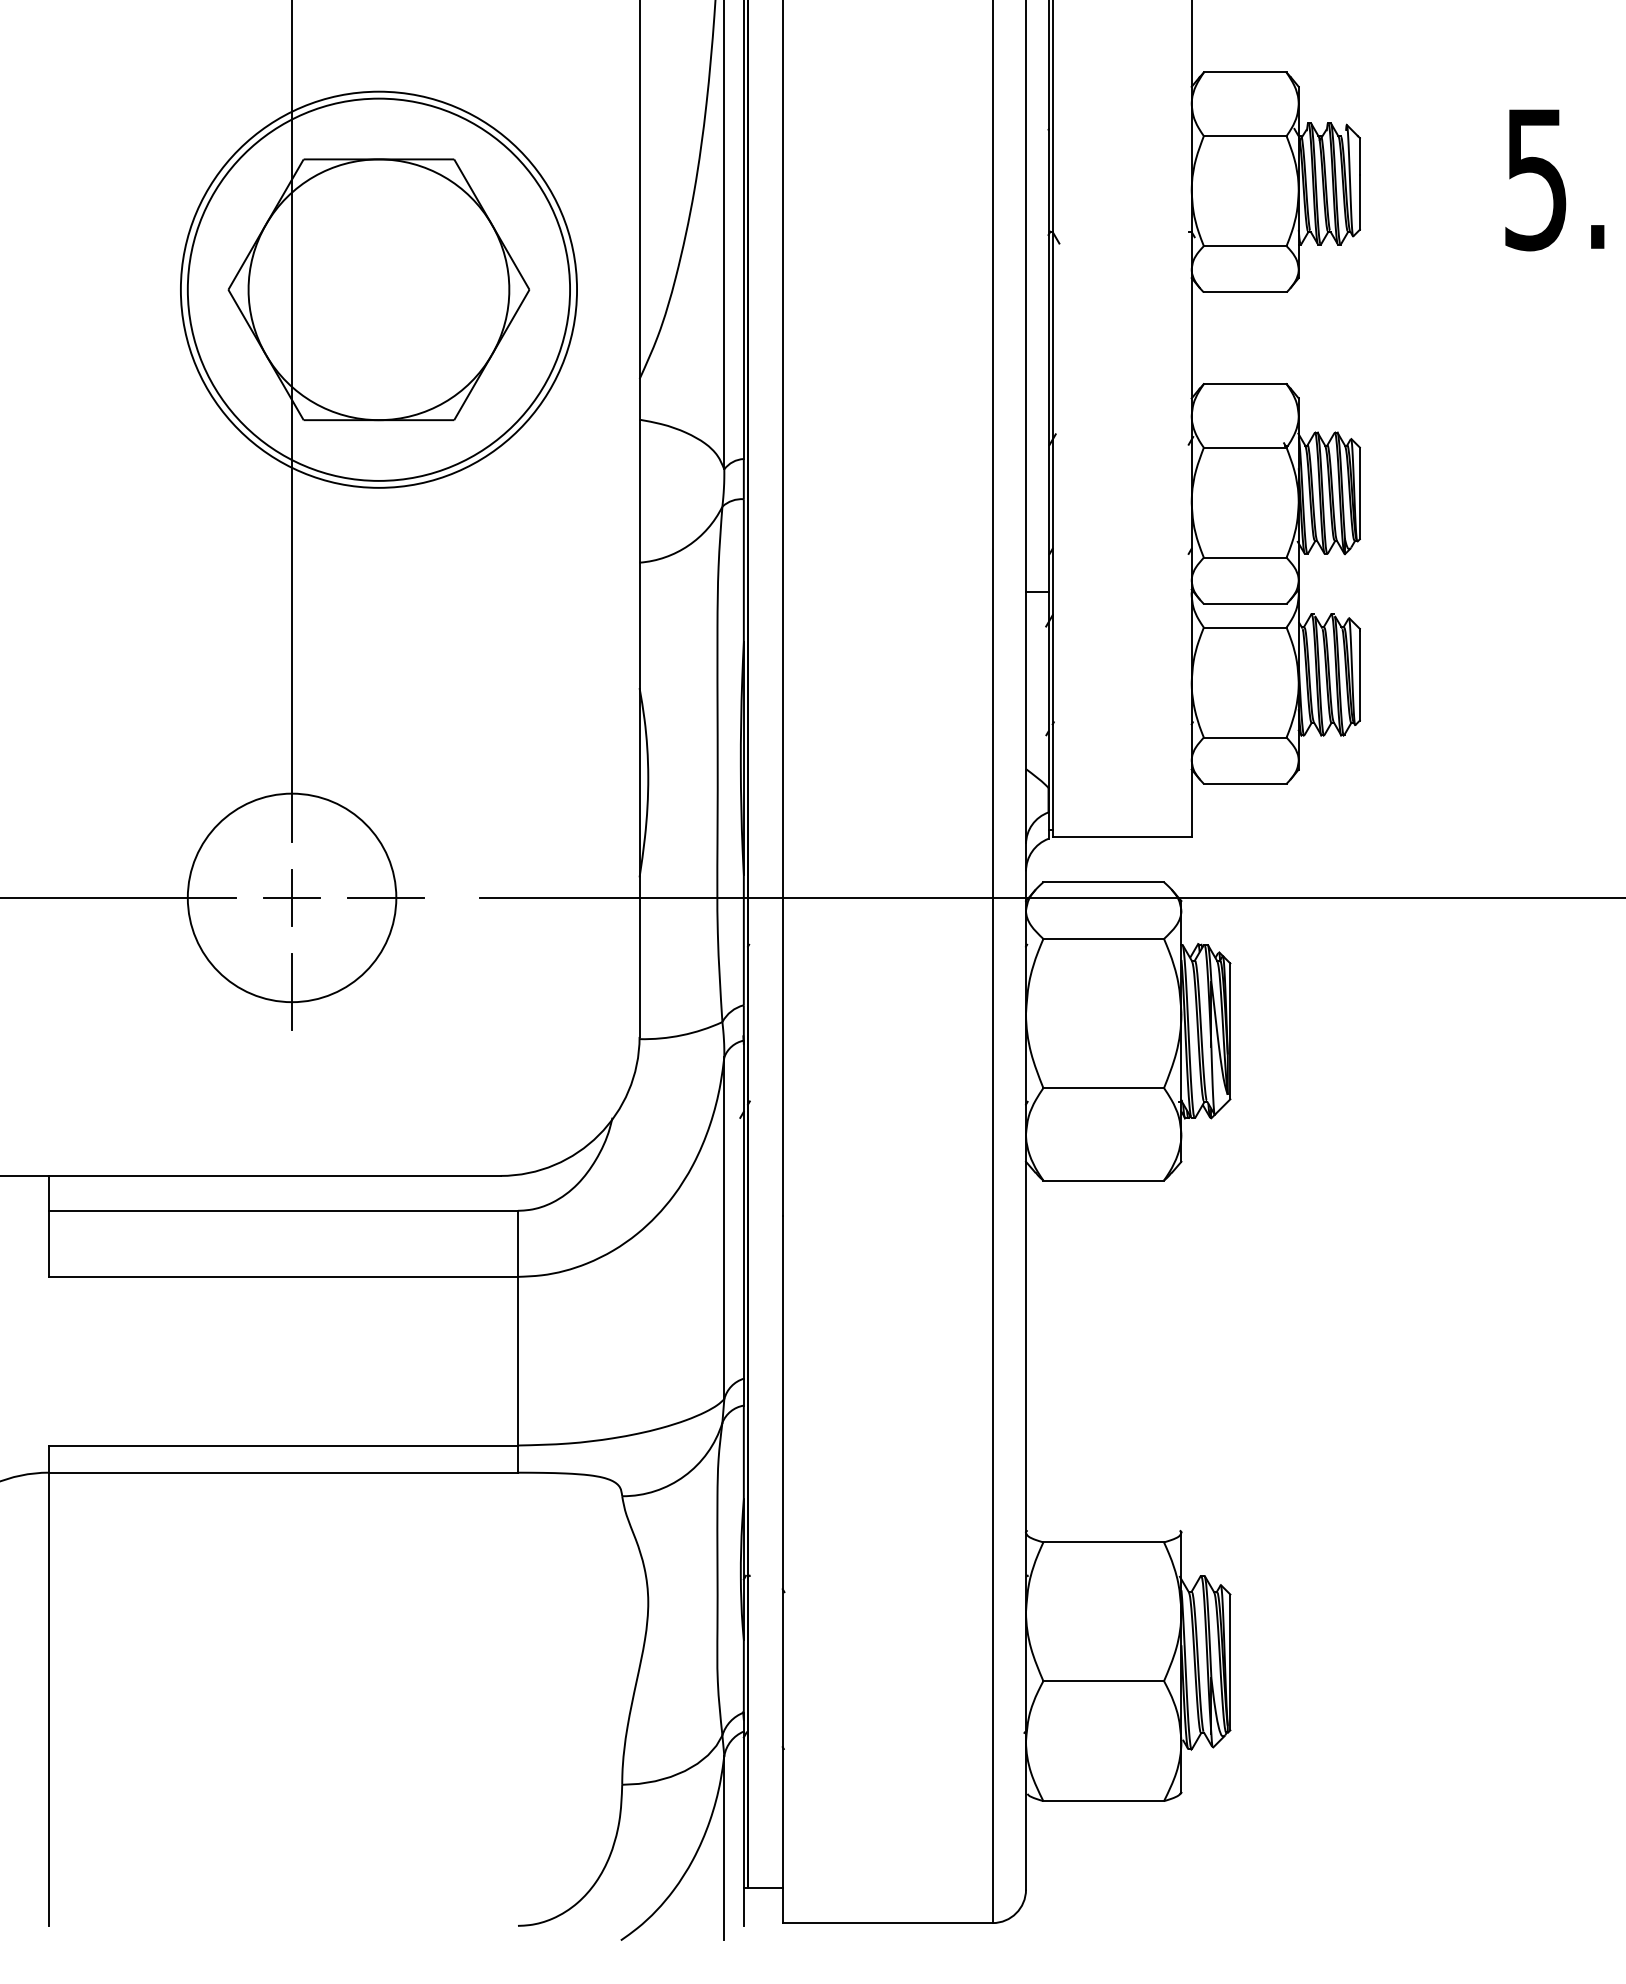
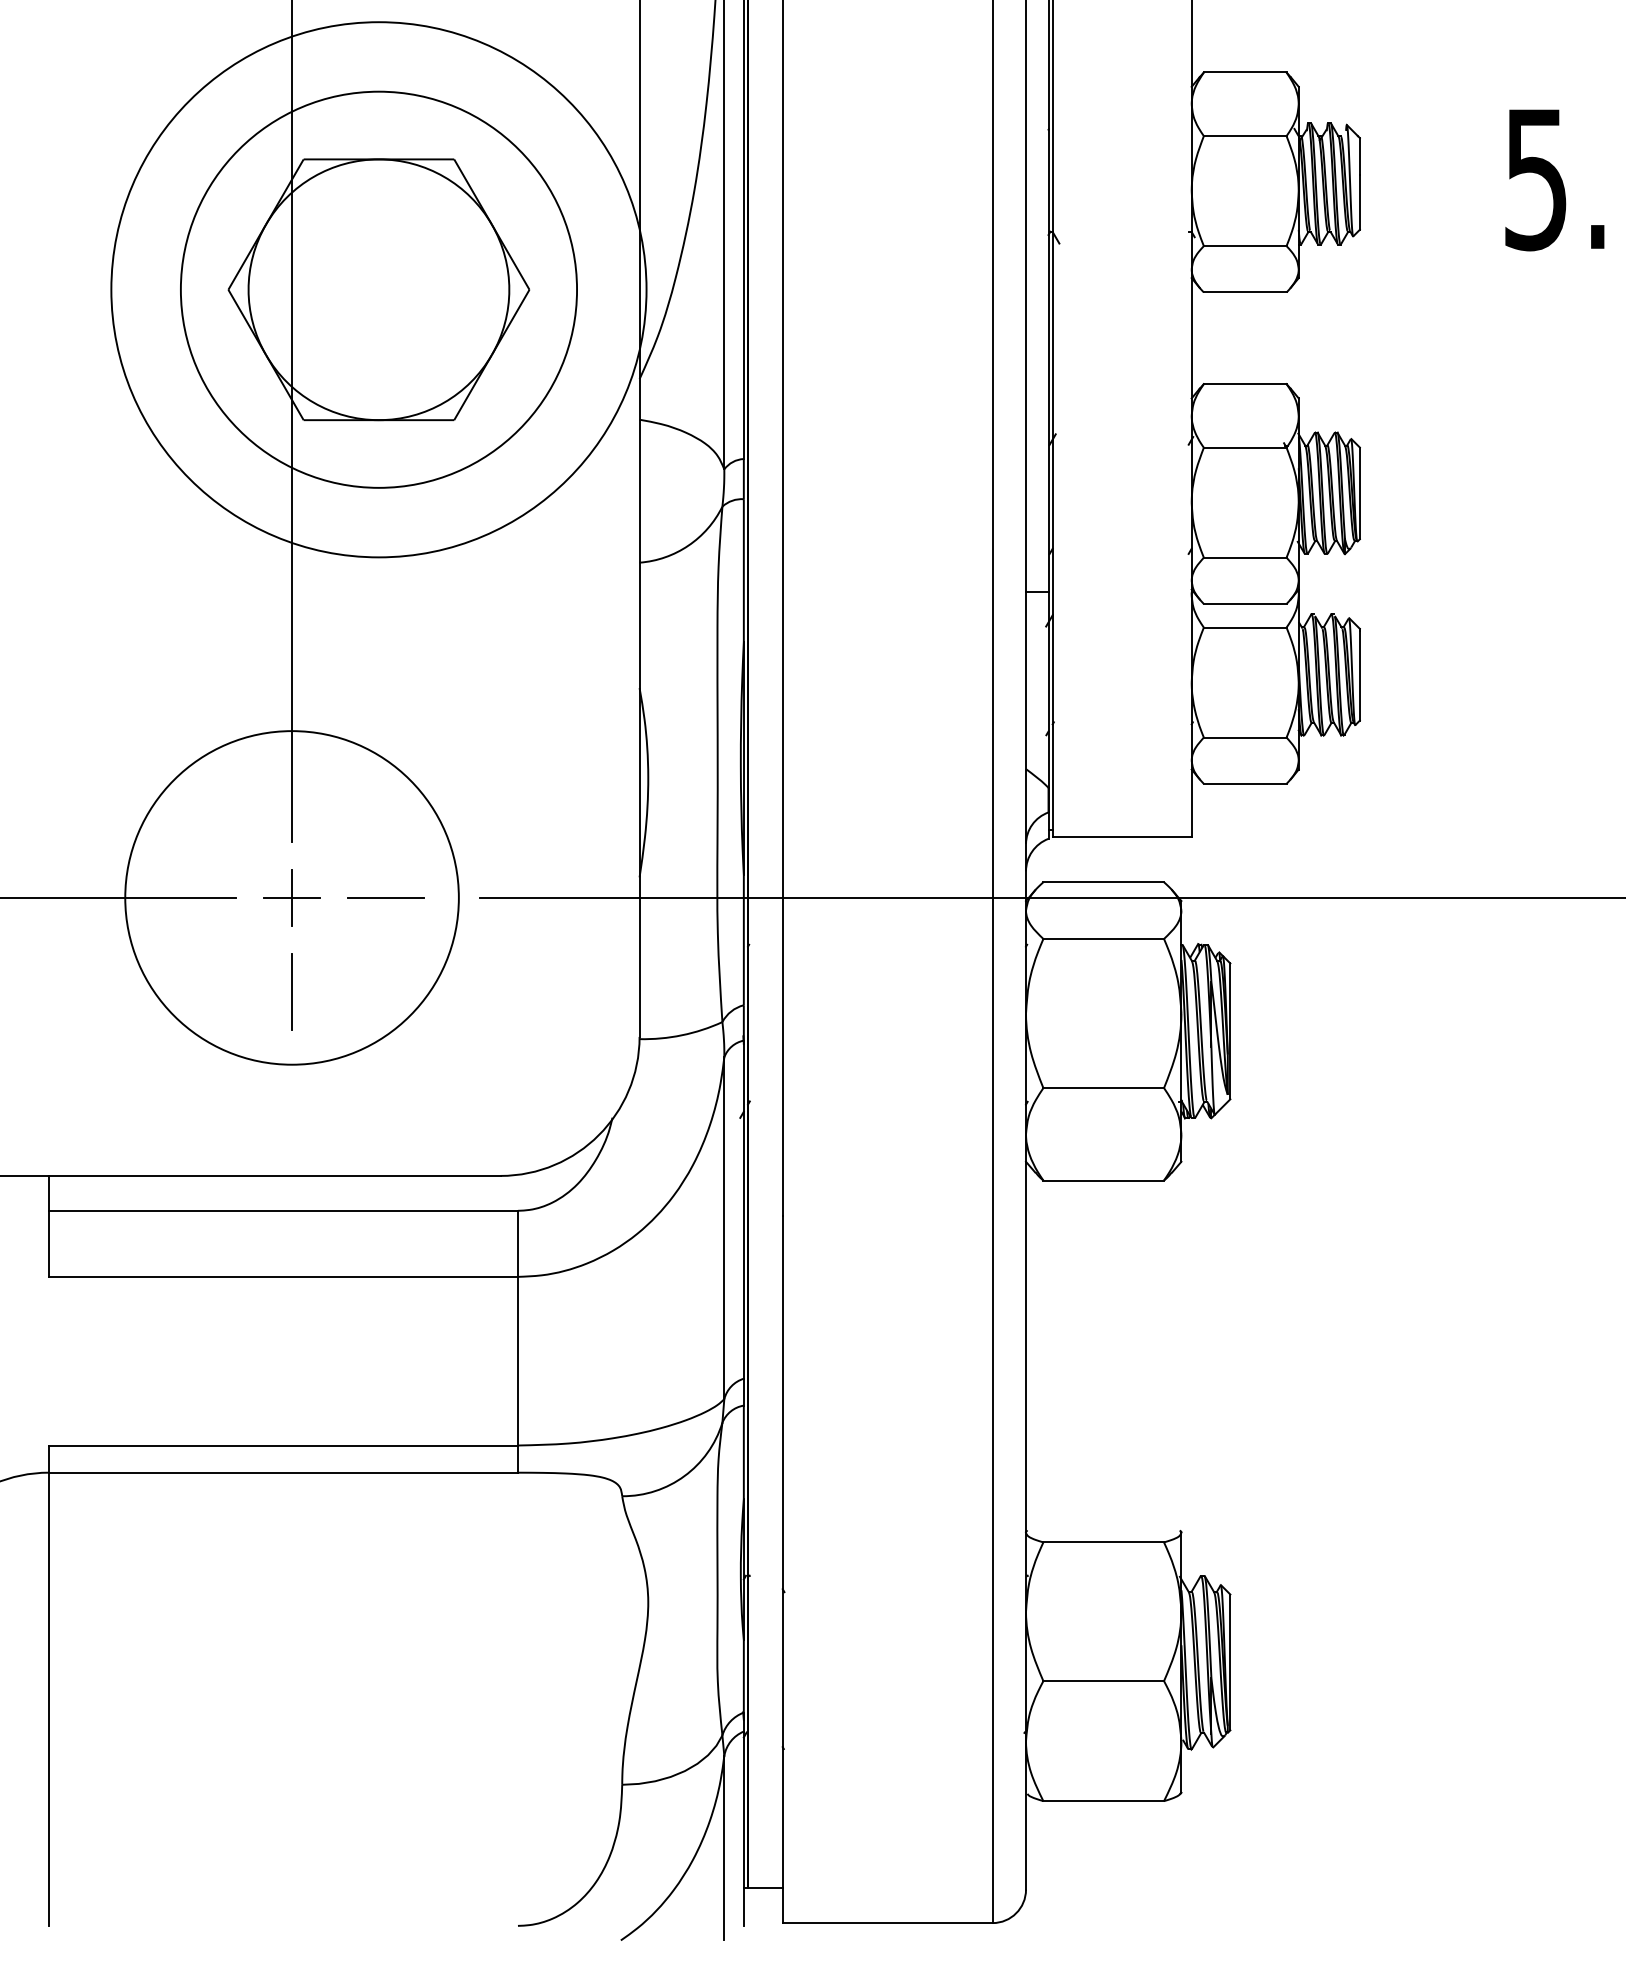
circle at (378, 289) diameter: 382 px -> 535 px
circle at (291, 897) diameter: 209 px -> 334 px
